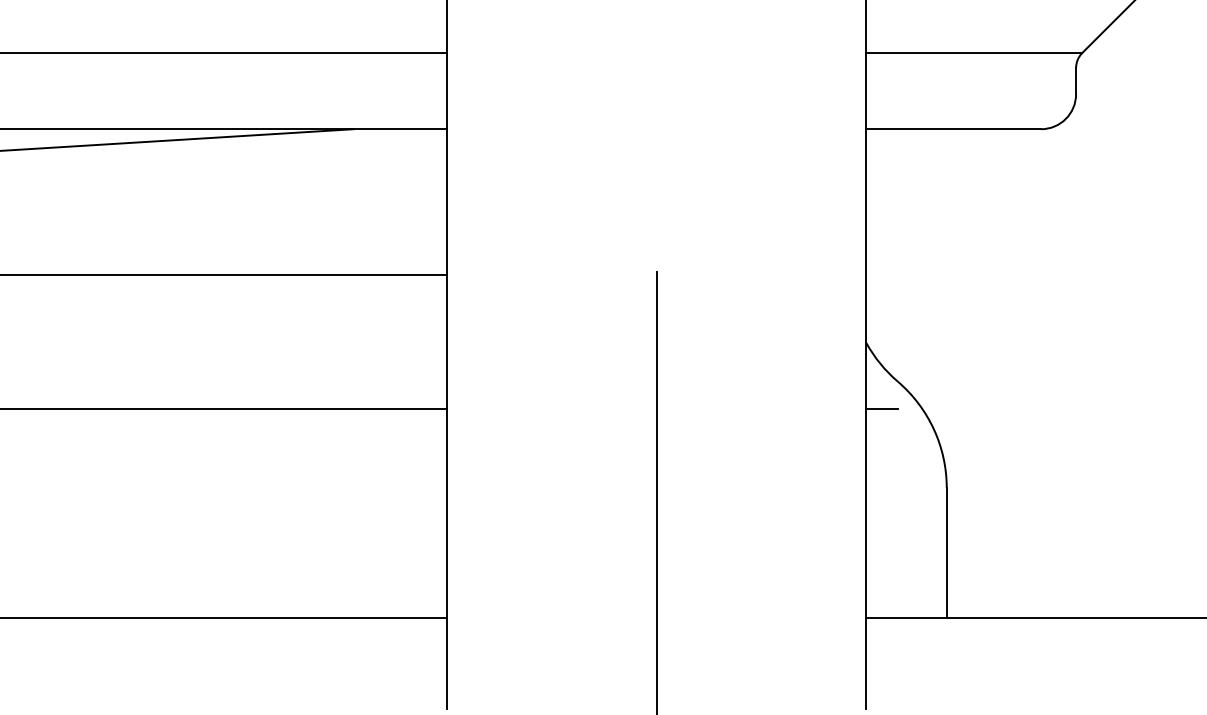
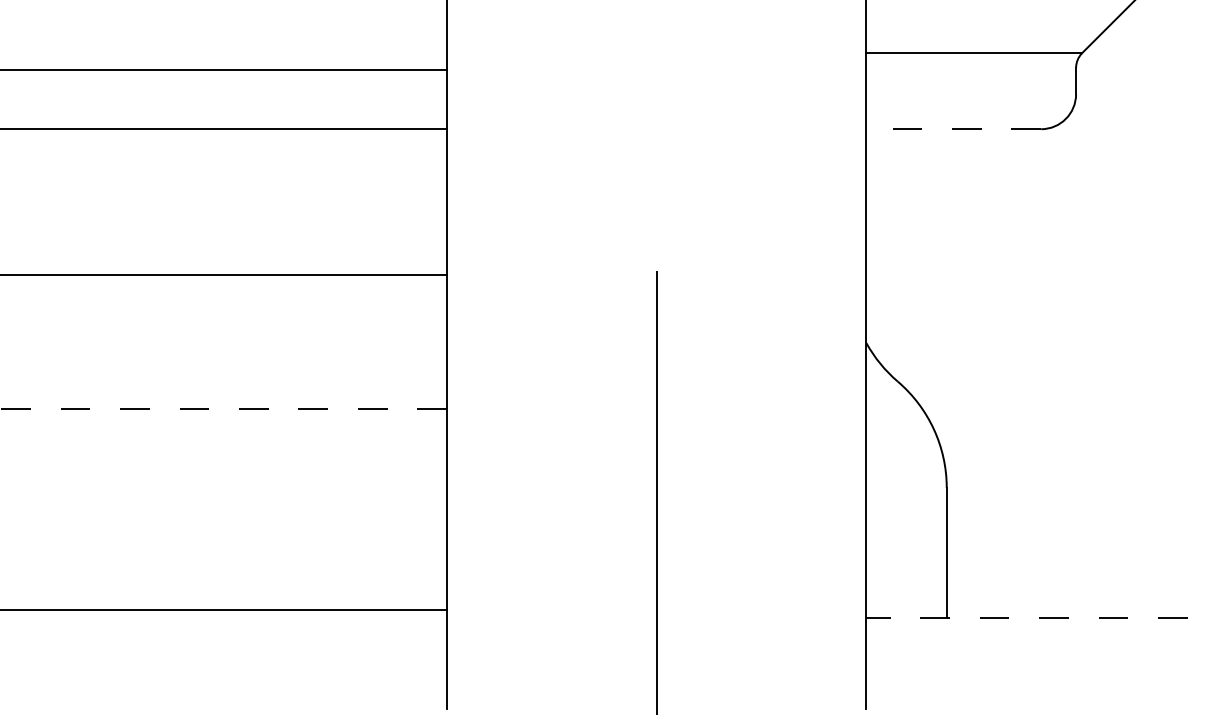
line at (224, 53) position: (224, 53) -> (224, 70)
line at (953, 129): solid -> dashed
line at (177, 139): present -> none
line at (223, 408): solid -> dashed
line at (881, 408): present -> none
line at (224, 618) position: (224, 618) -> (224, 610)
line at (1036, 618): solid -> dashed
